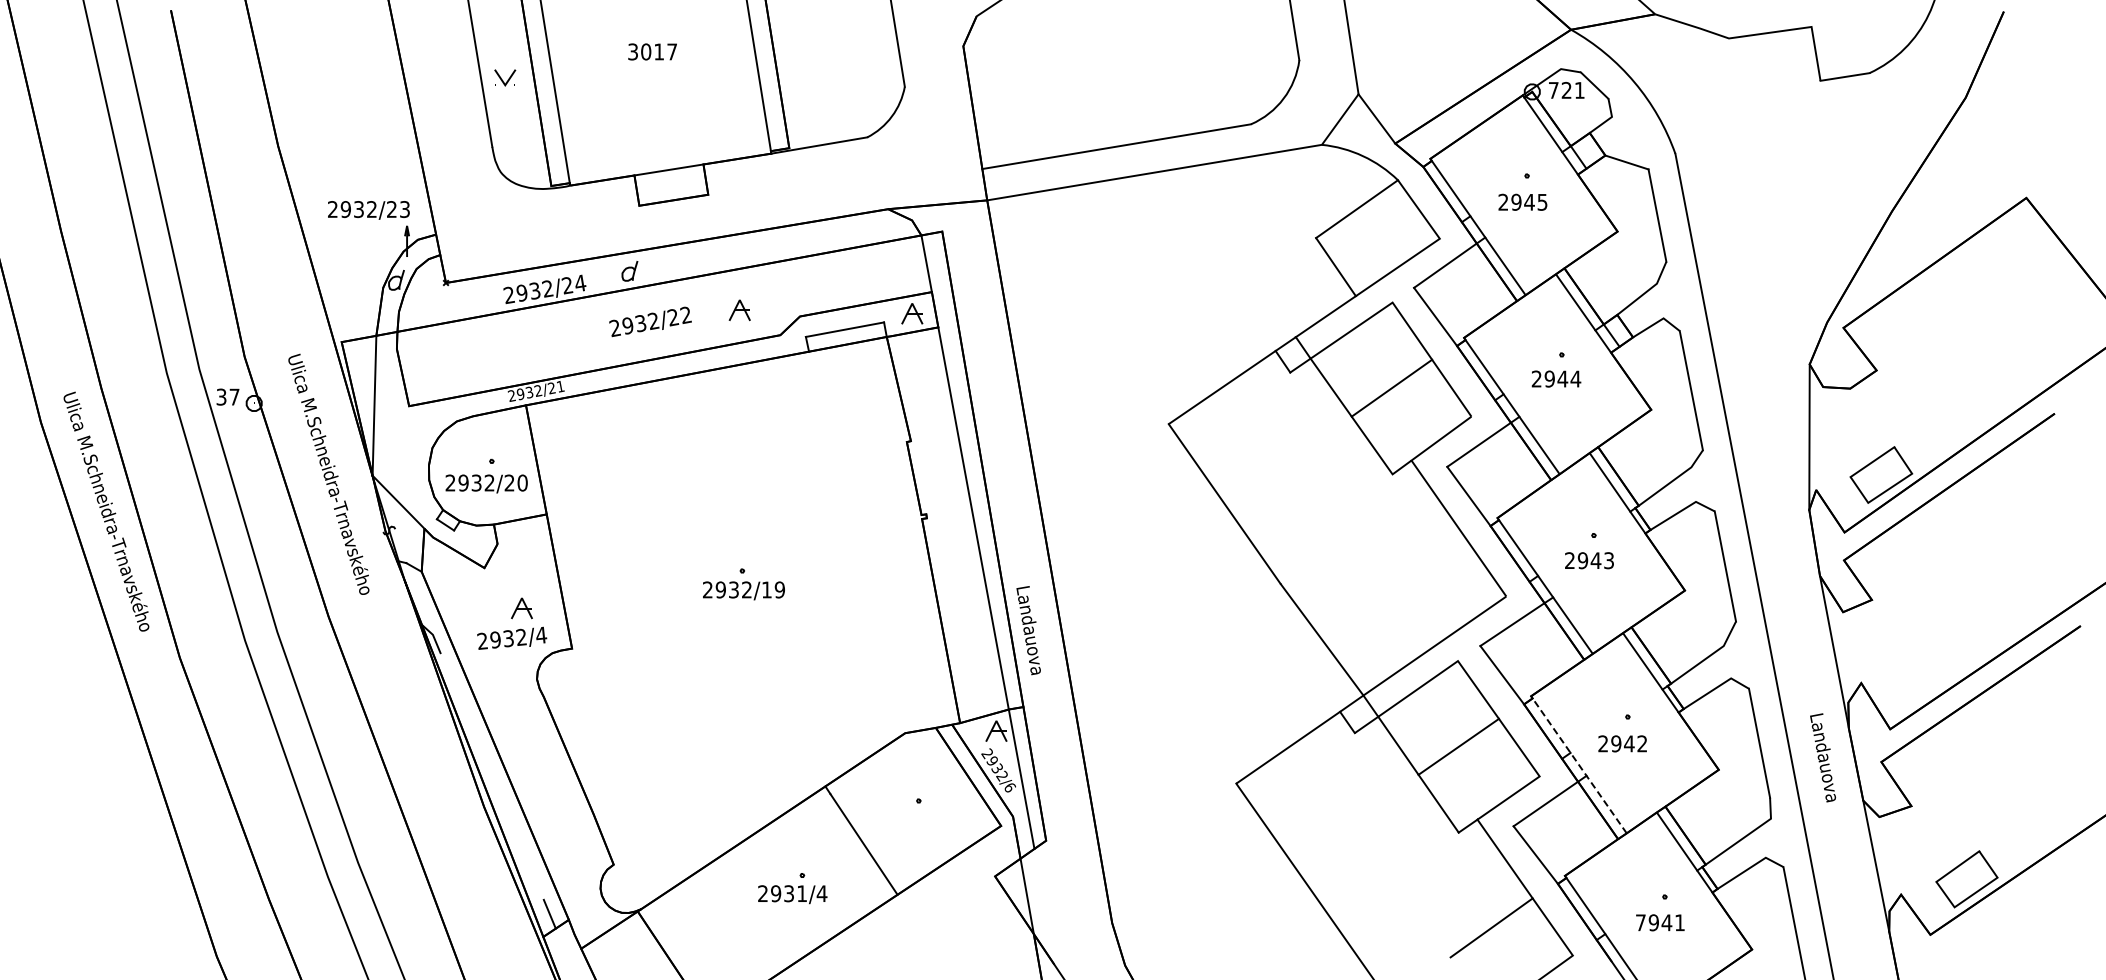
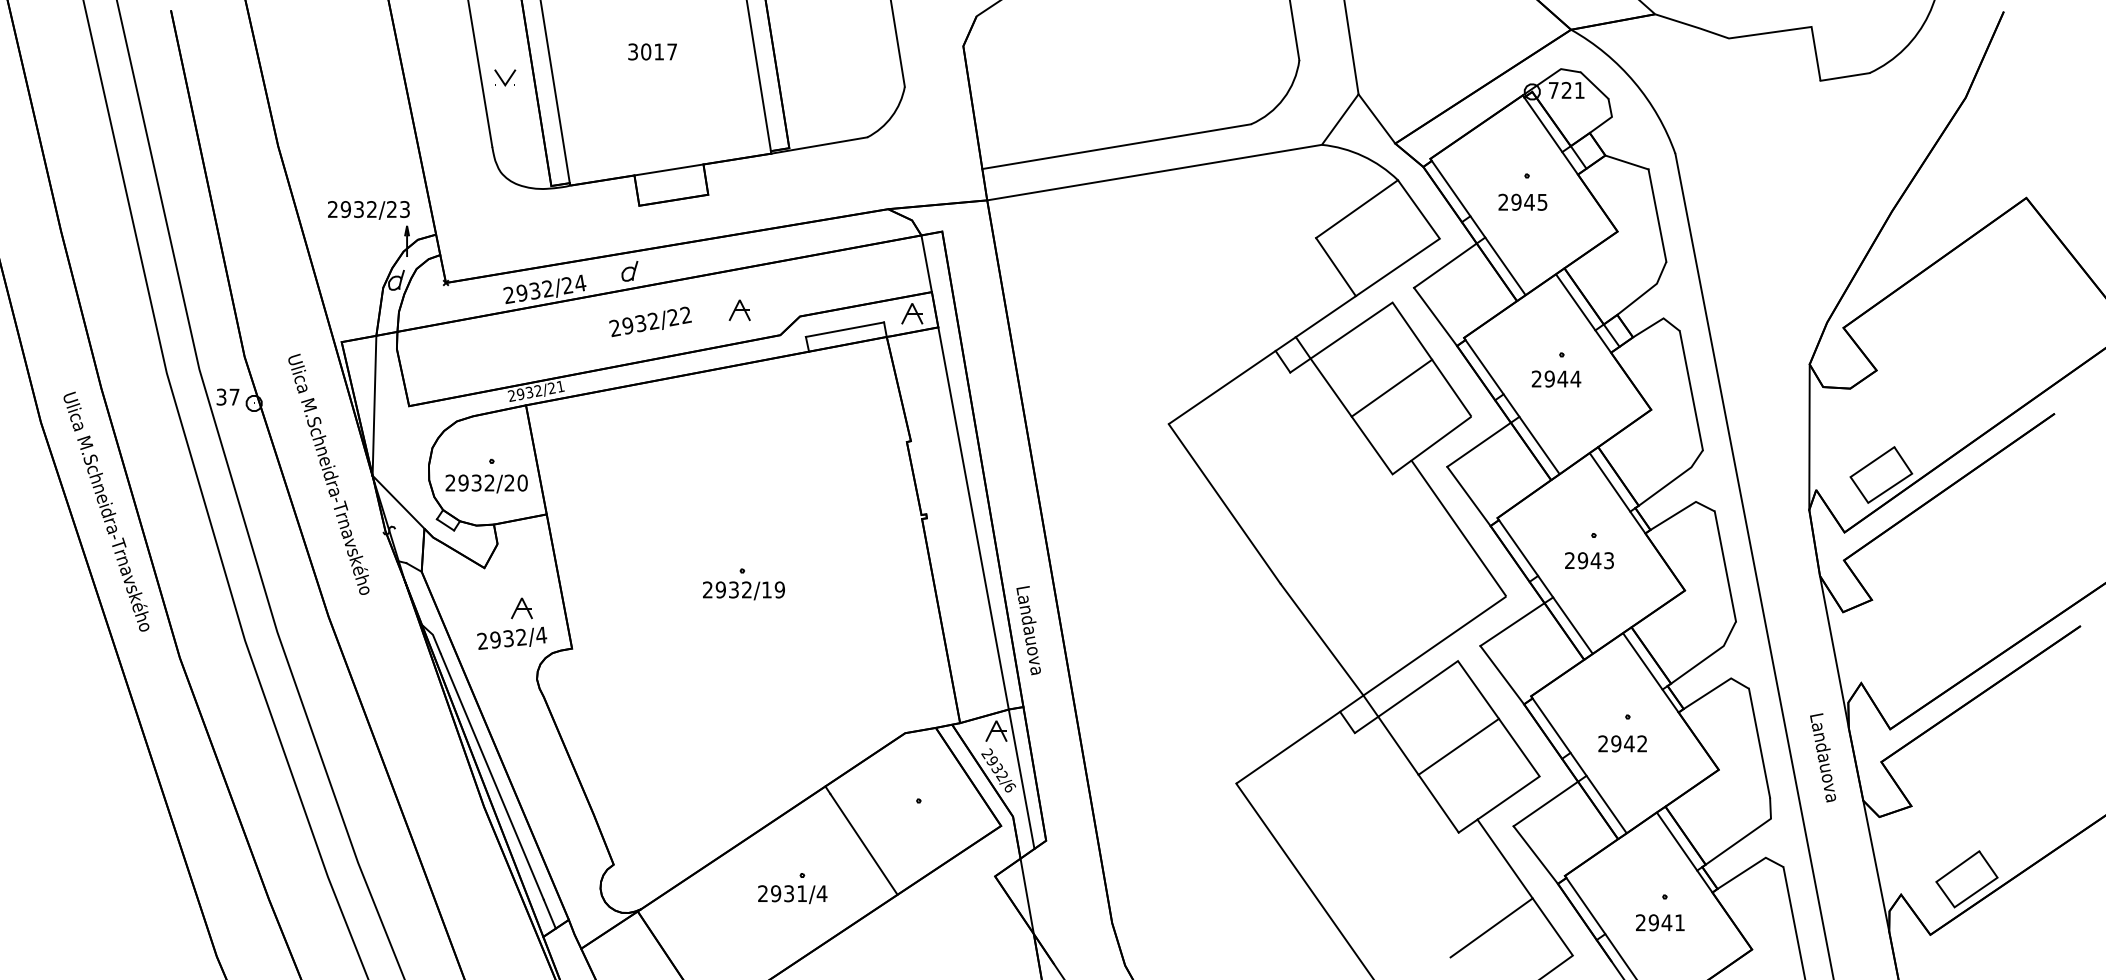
line at (1579, 766): dashed -> solid
line at (491, 776): none -> present
text at (1640, 922): 7941 -> 2941
